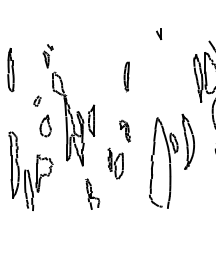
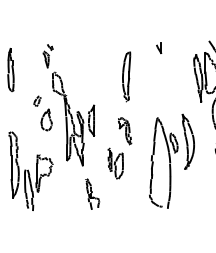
part at (159, 33) position: (159, 33) -> (159, 47)
part at (126, 76) size: 7x32 px -> 10x52 px
part at (45, 125) position: (45, 125) -> (46, 119)
part at (124, 130) size: 12x24 px -> 15x29 px
